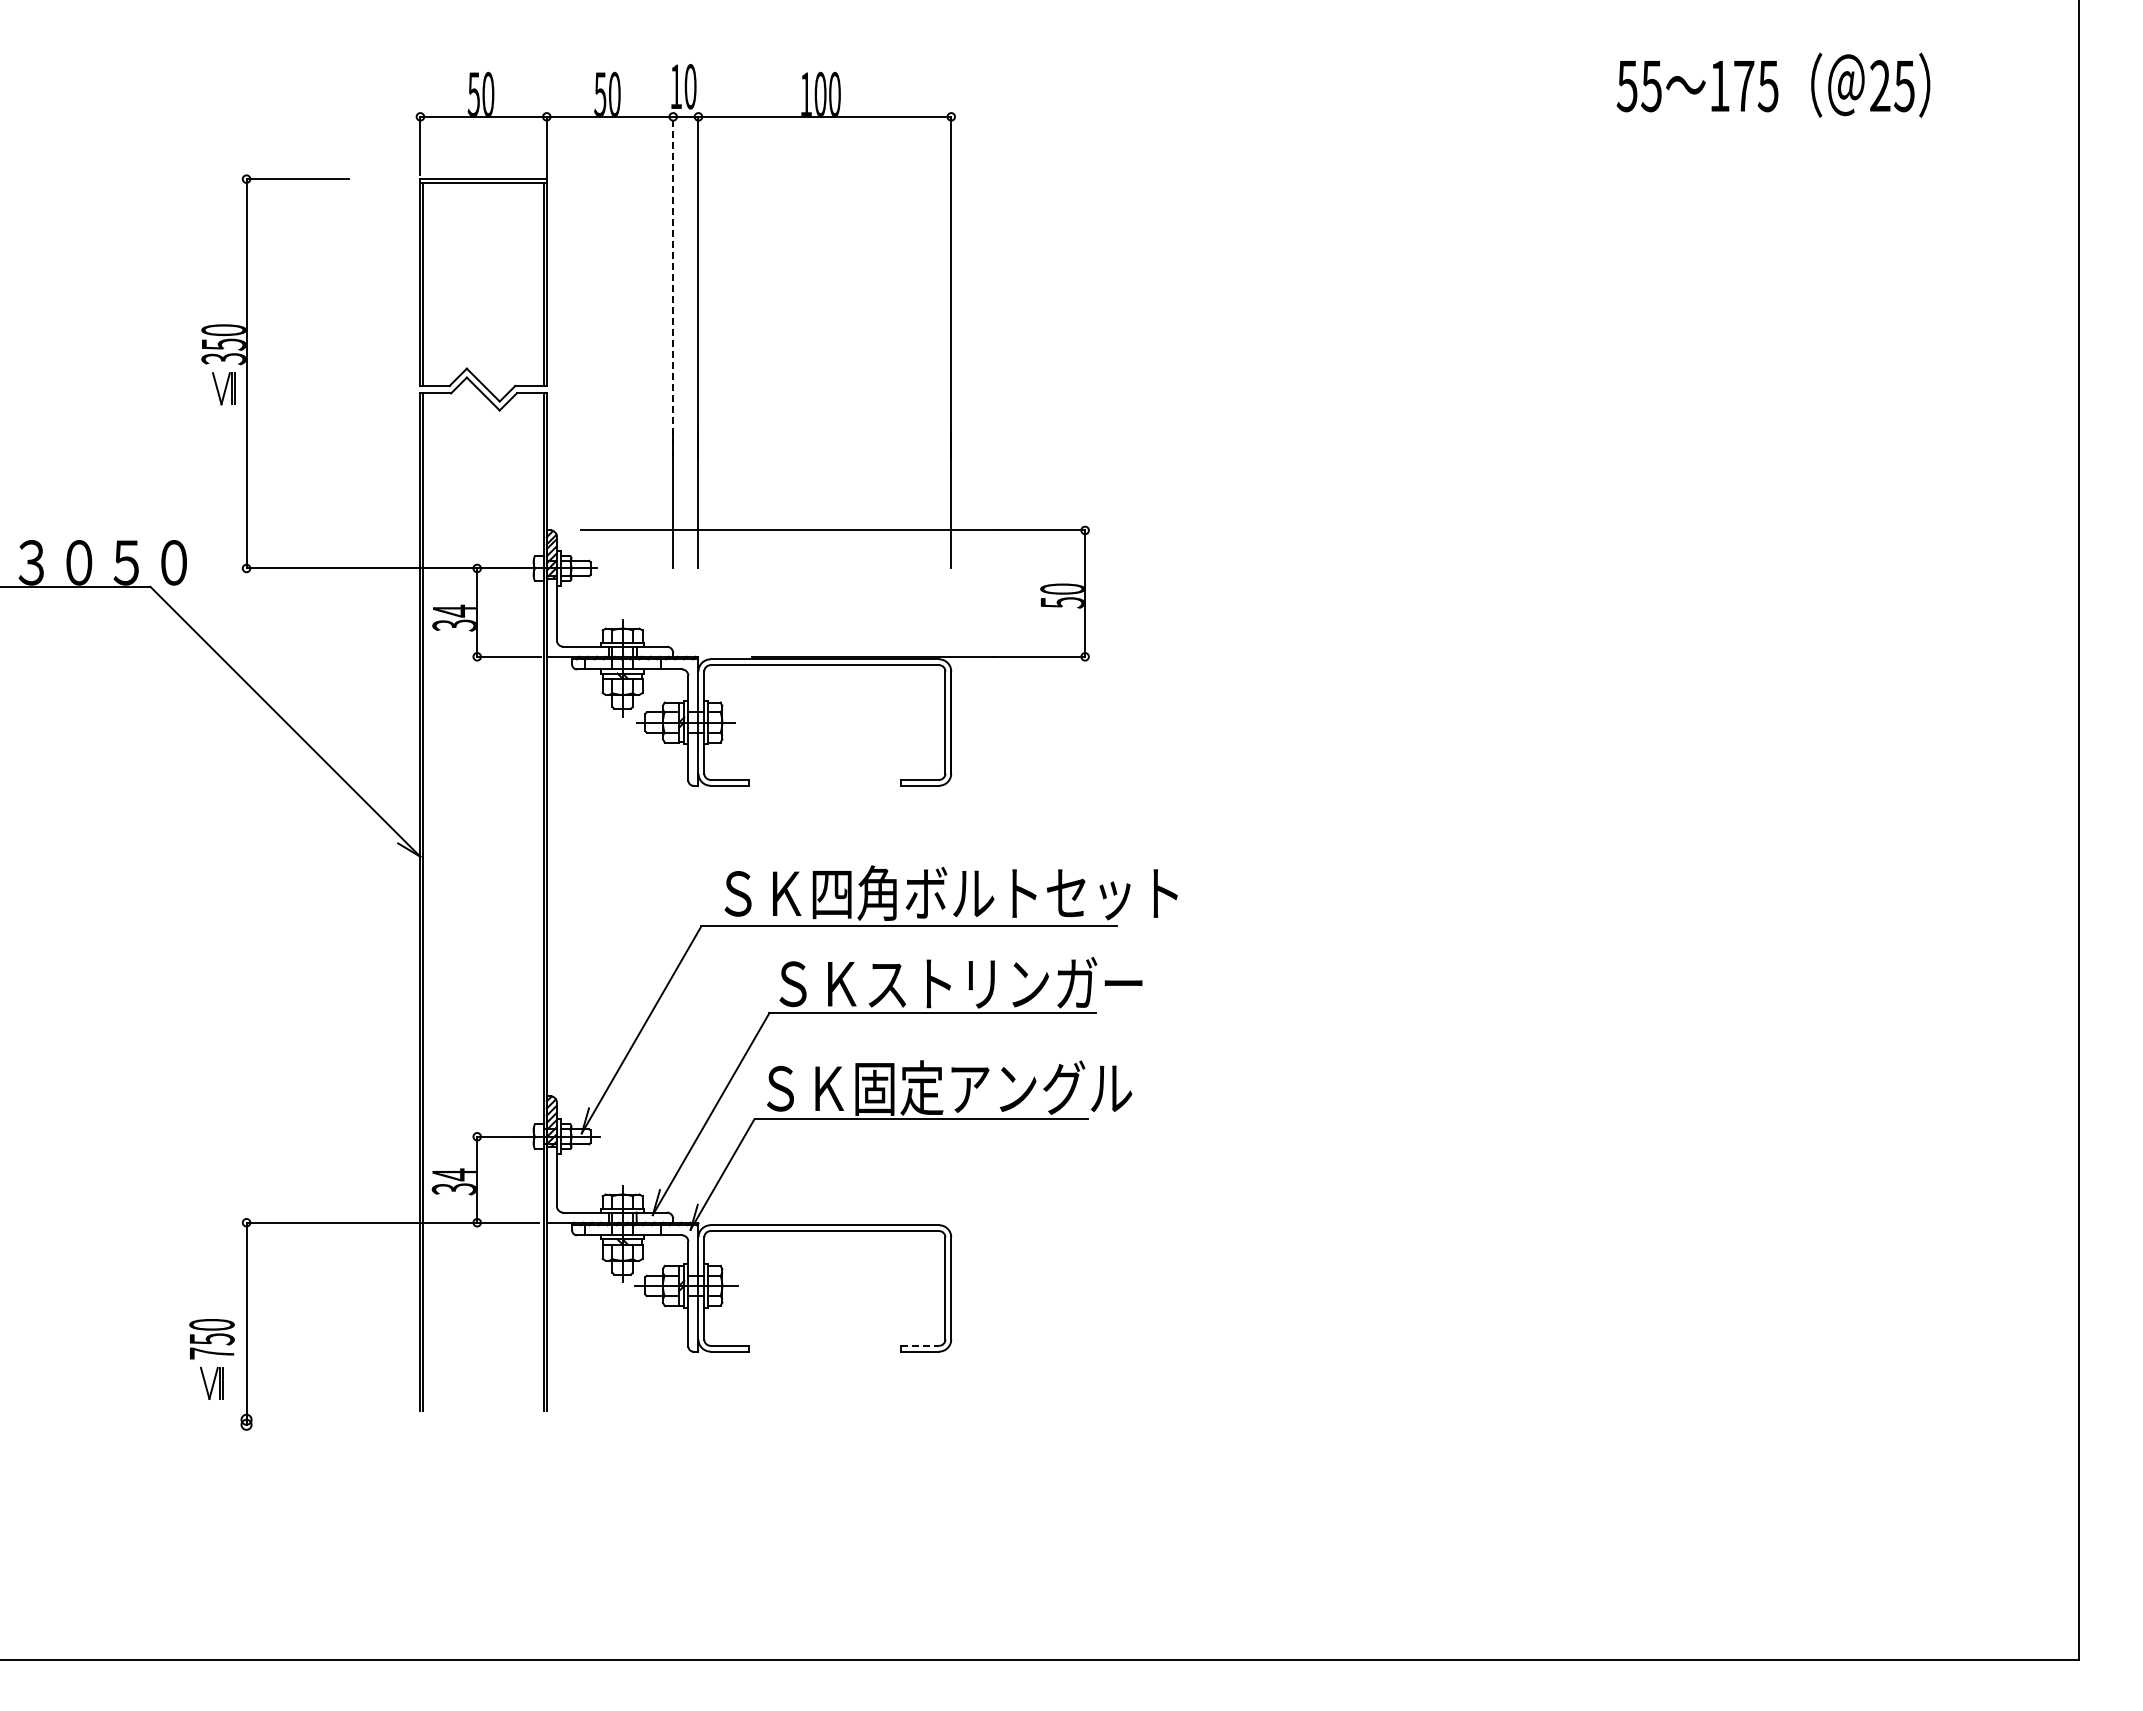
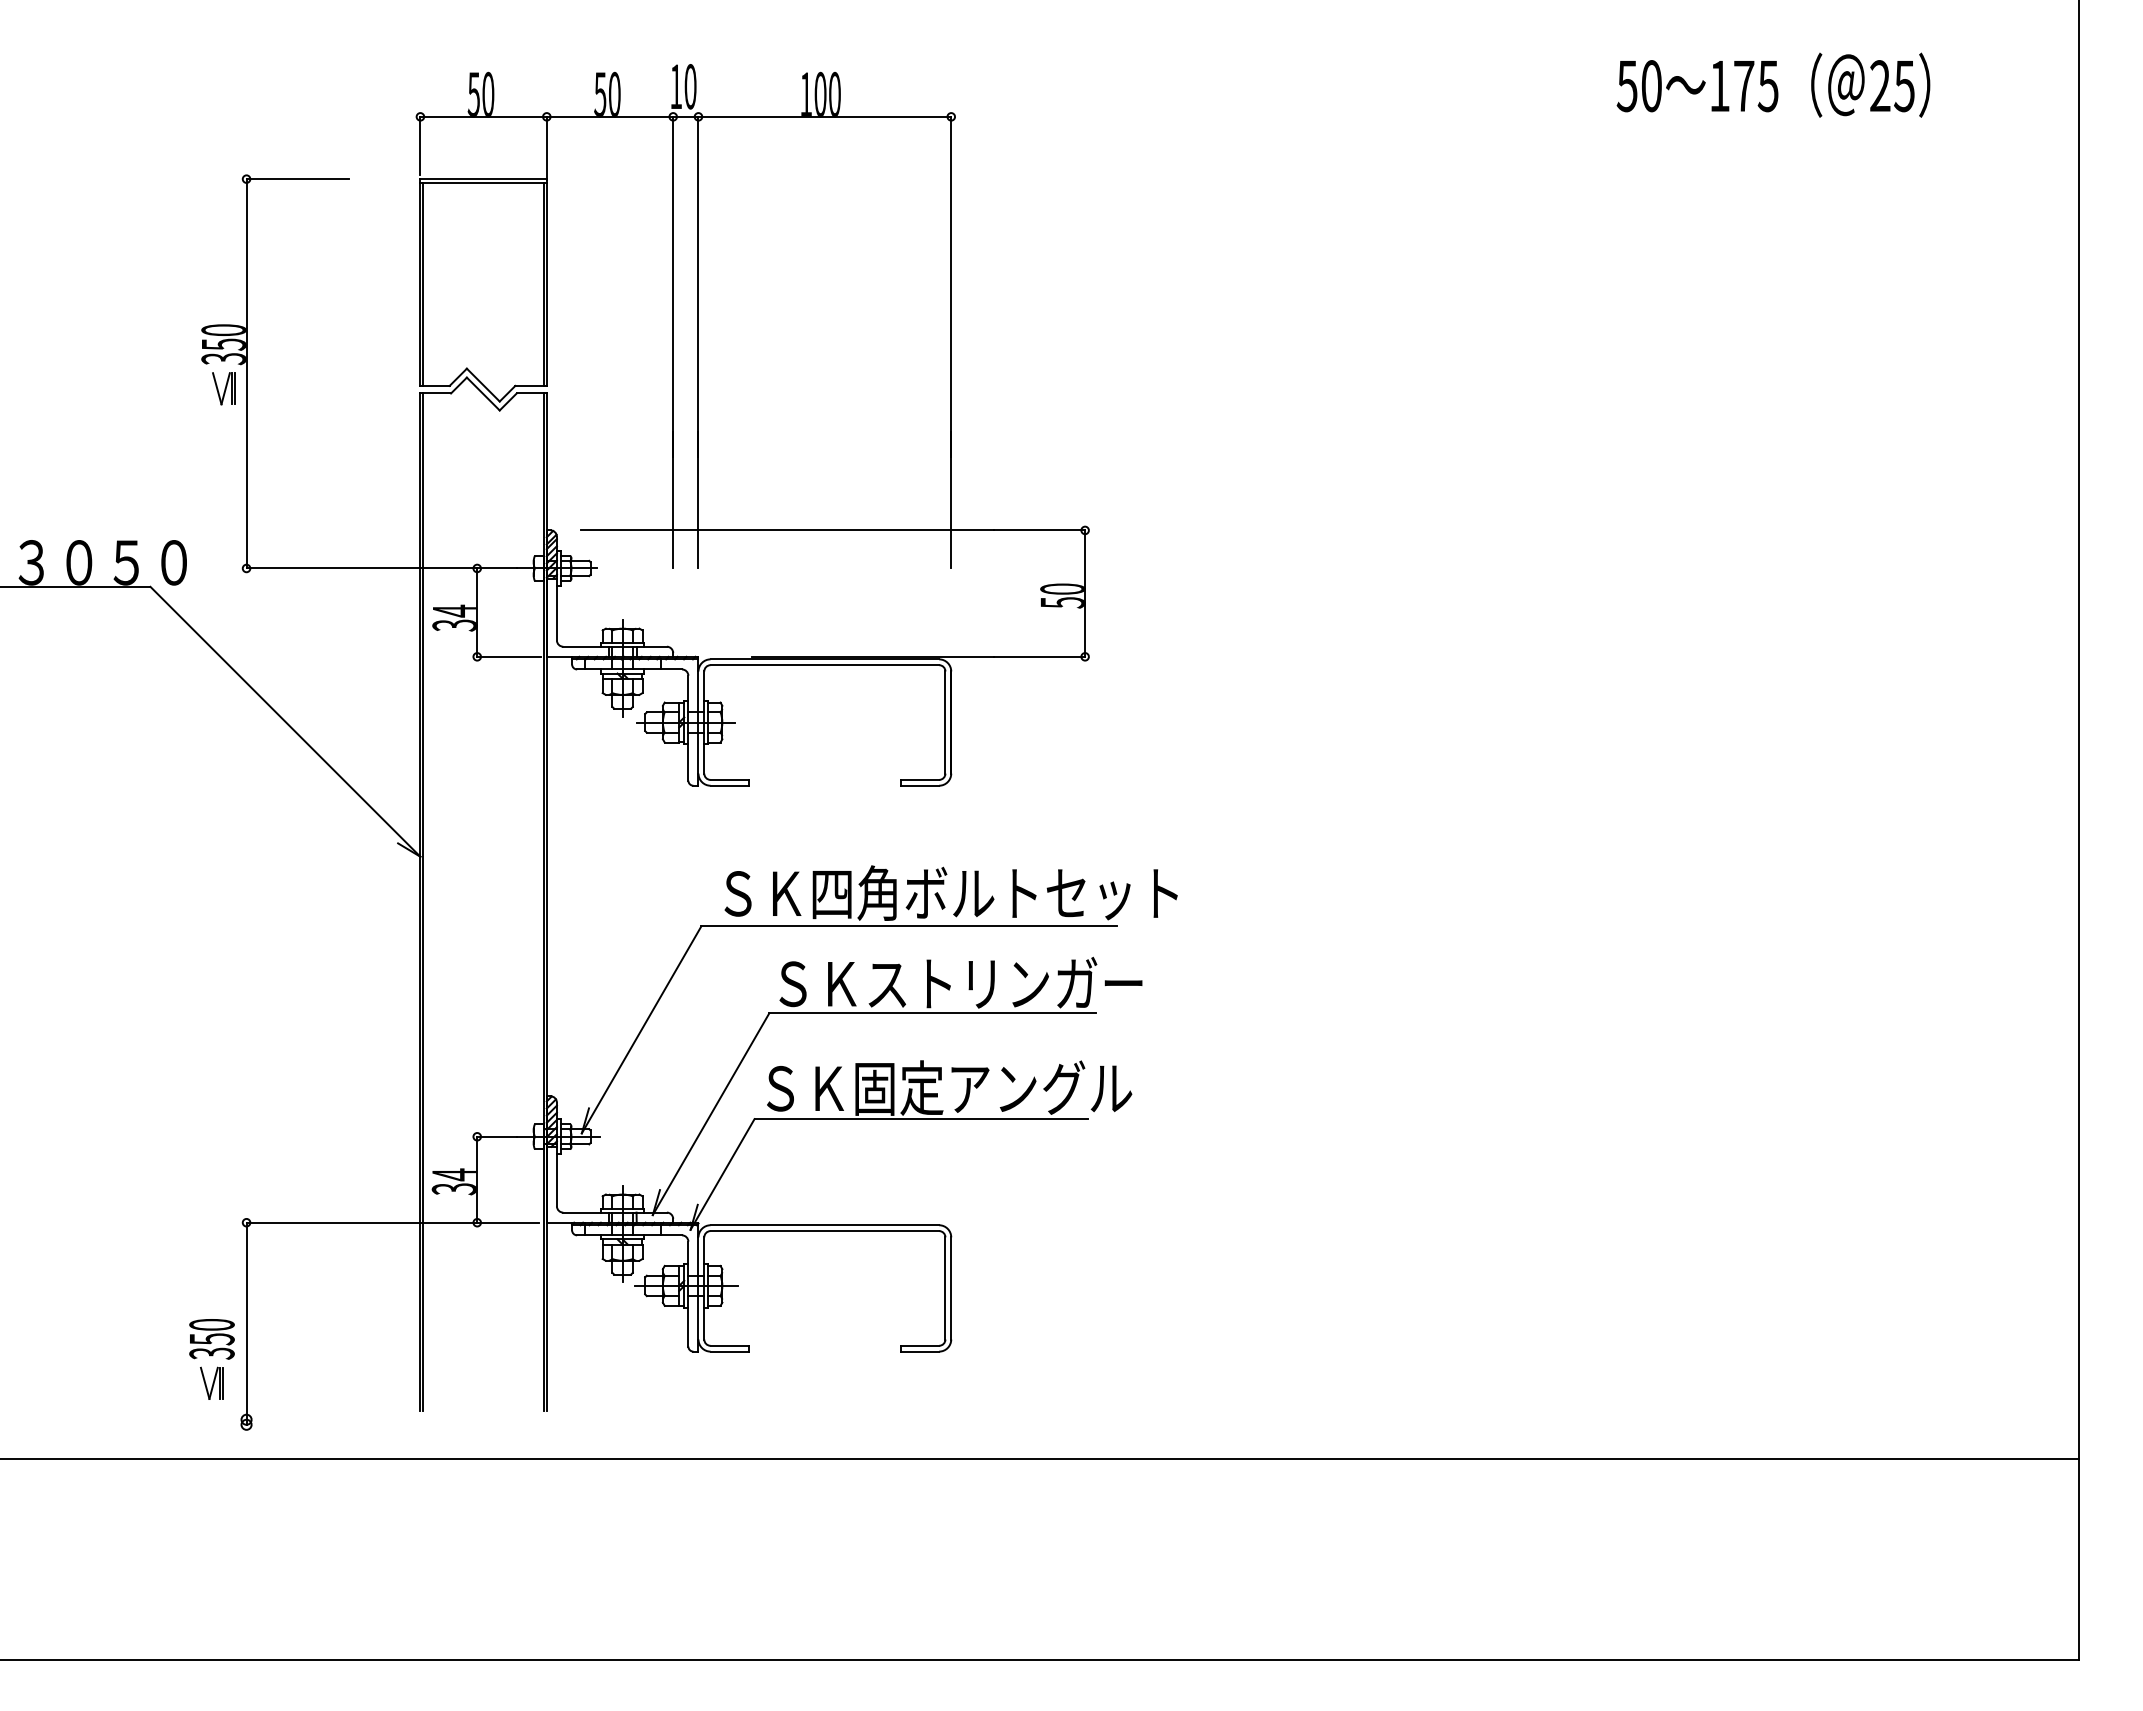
text at (1651, 86): 55 -> 50
line at (673, 286): dashed -> solid
line at (920, 1345): dashed -> solid
text at (211, 1353): 750 -> 350
line at (1040, 1458): none -> present
